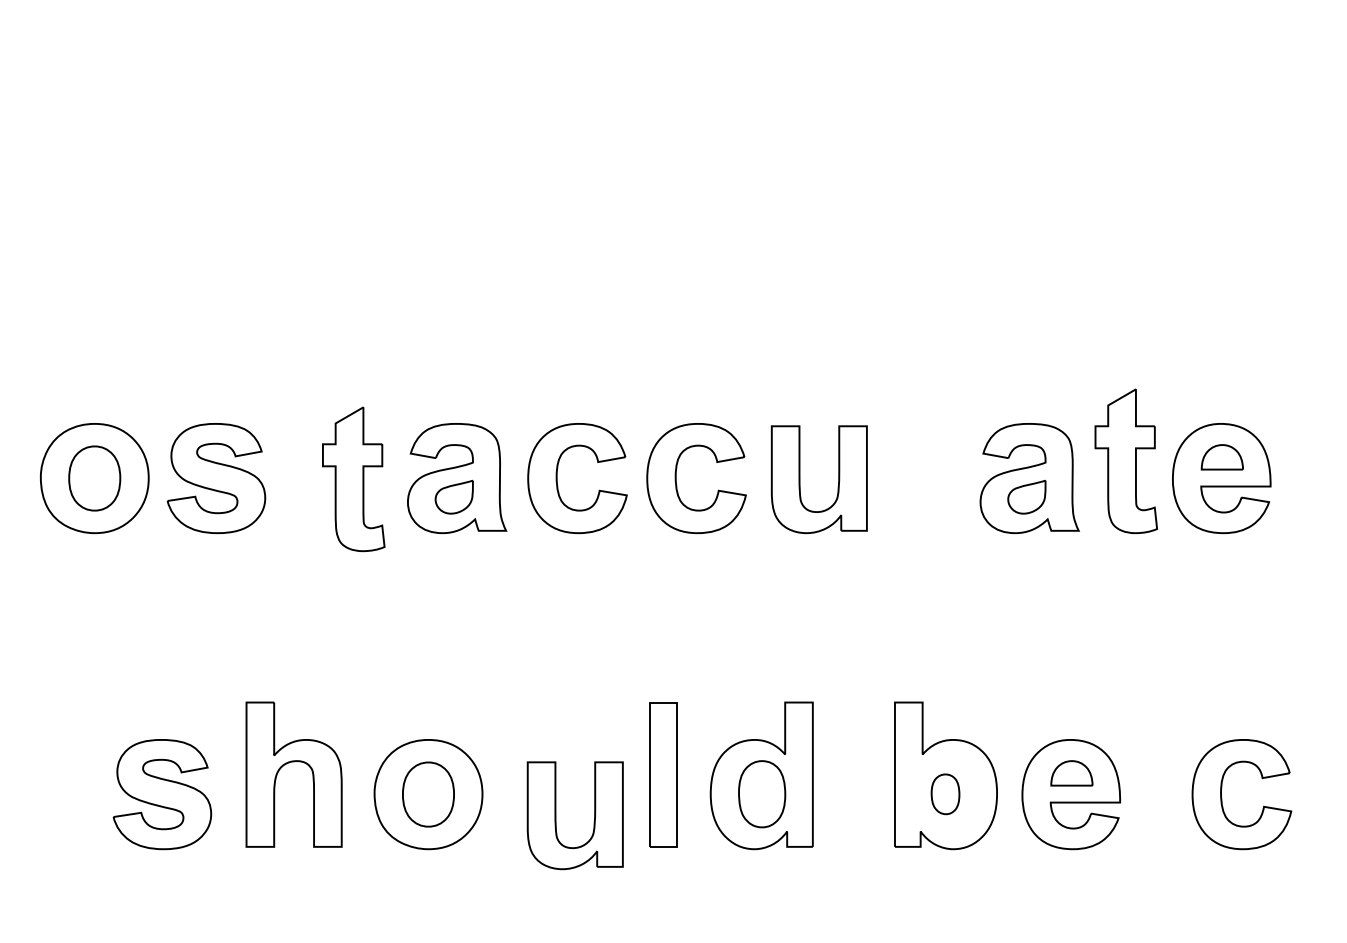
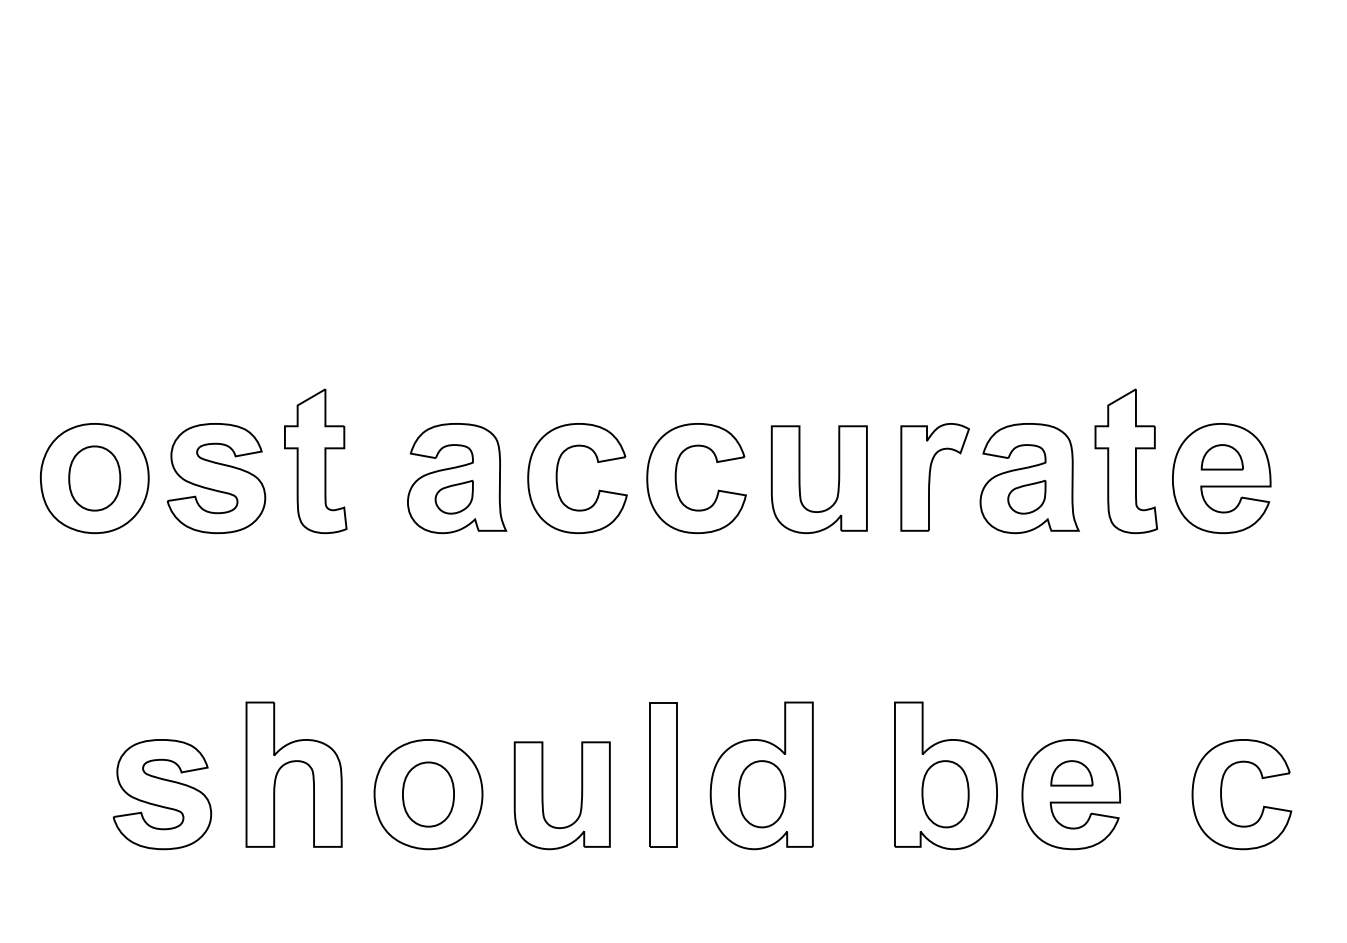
part at (934, 477): none -> present
part at (353, 479) position: (353, 479) -> (315, 461)
part at (945, 794) size: 31x43 px -> 49x69 px
part at (556, 815) position: (556, 815) -> (543, 795)
